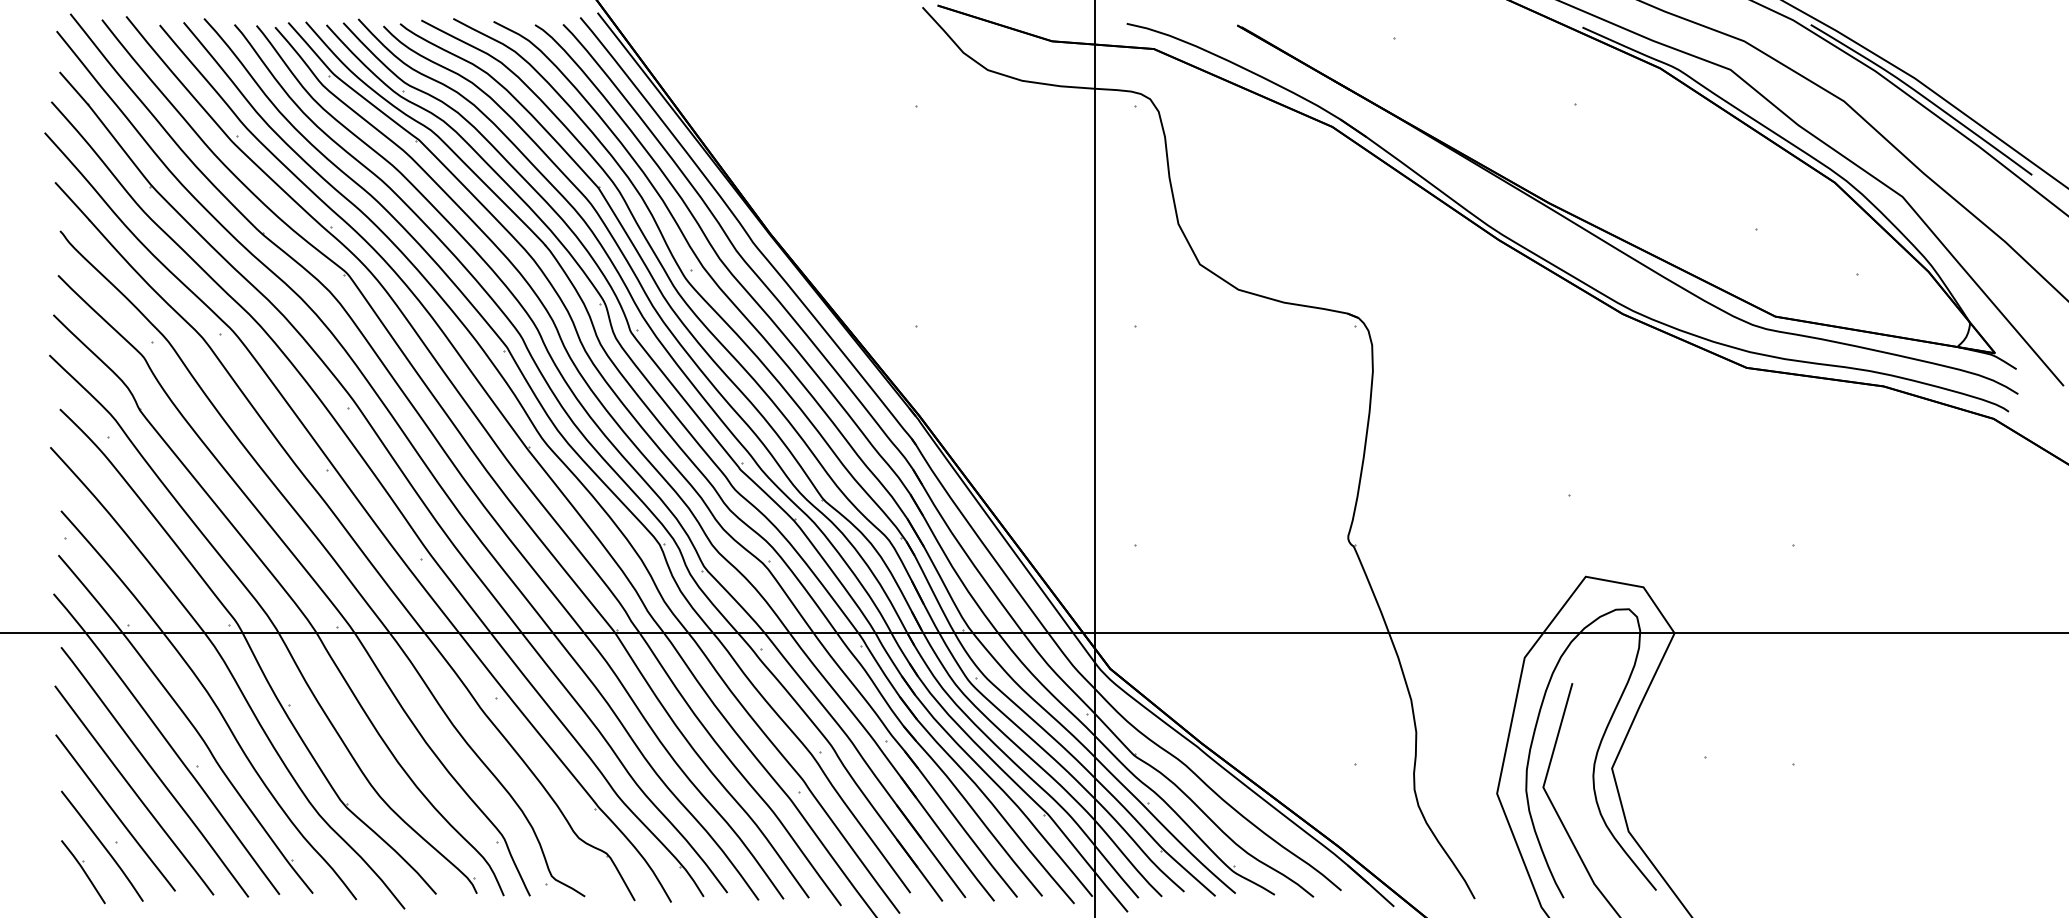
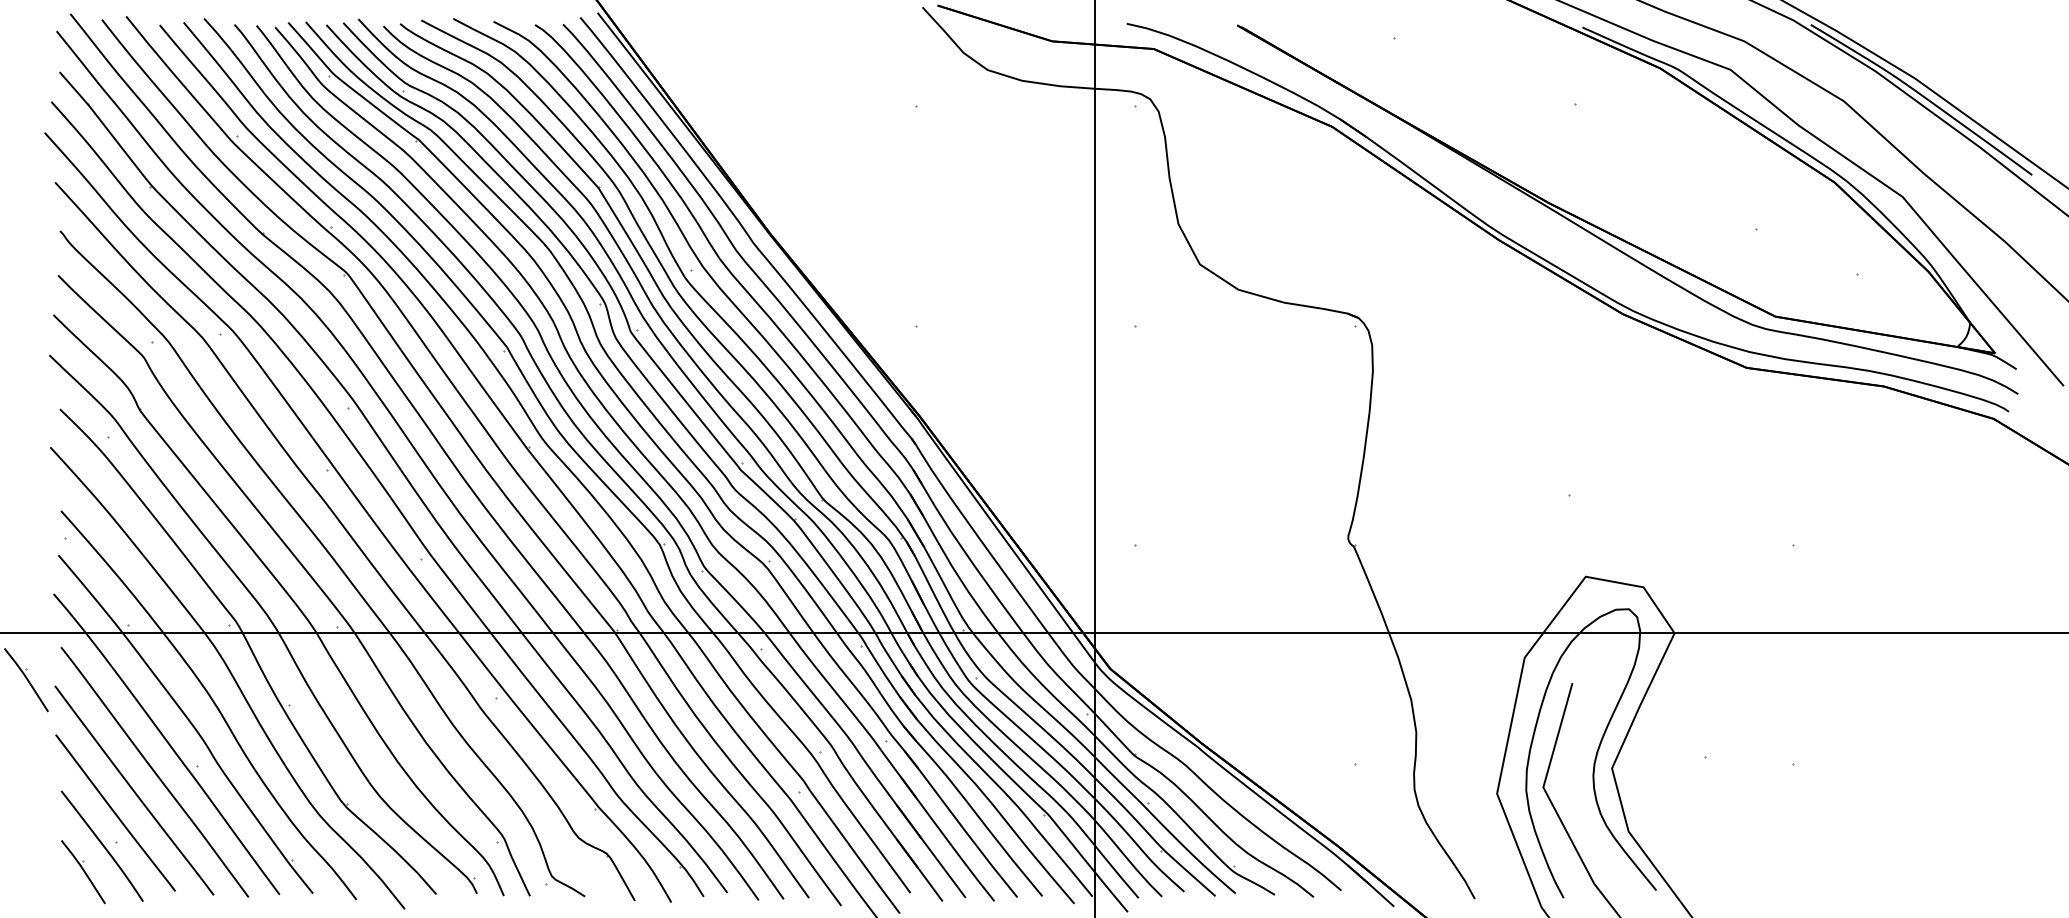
part at (26, 680): none -> present
